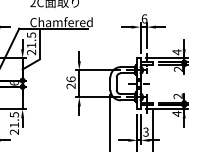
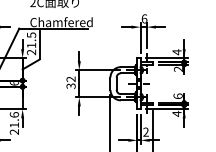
text at (70, 82): 26 -> 32
text at (177, 96): 2 -> 6
text at (14, 114): 21.5 -> 21.6
text at (145, 132): 3 -> 2
